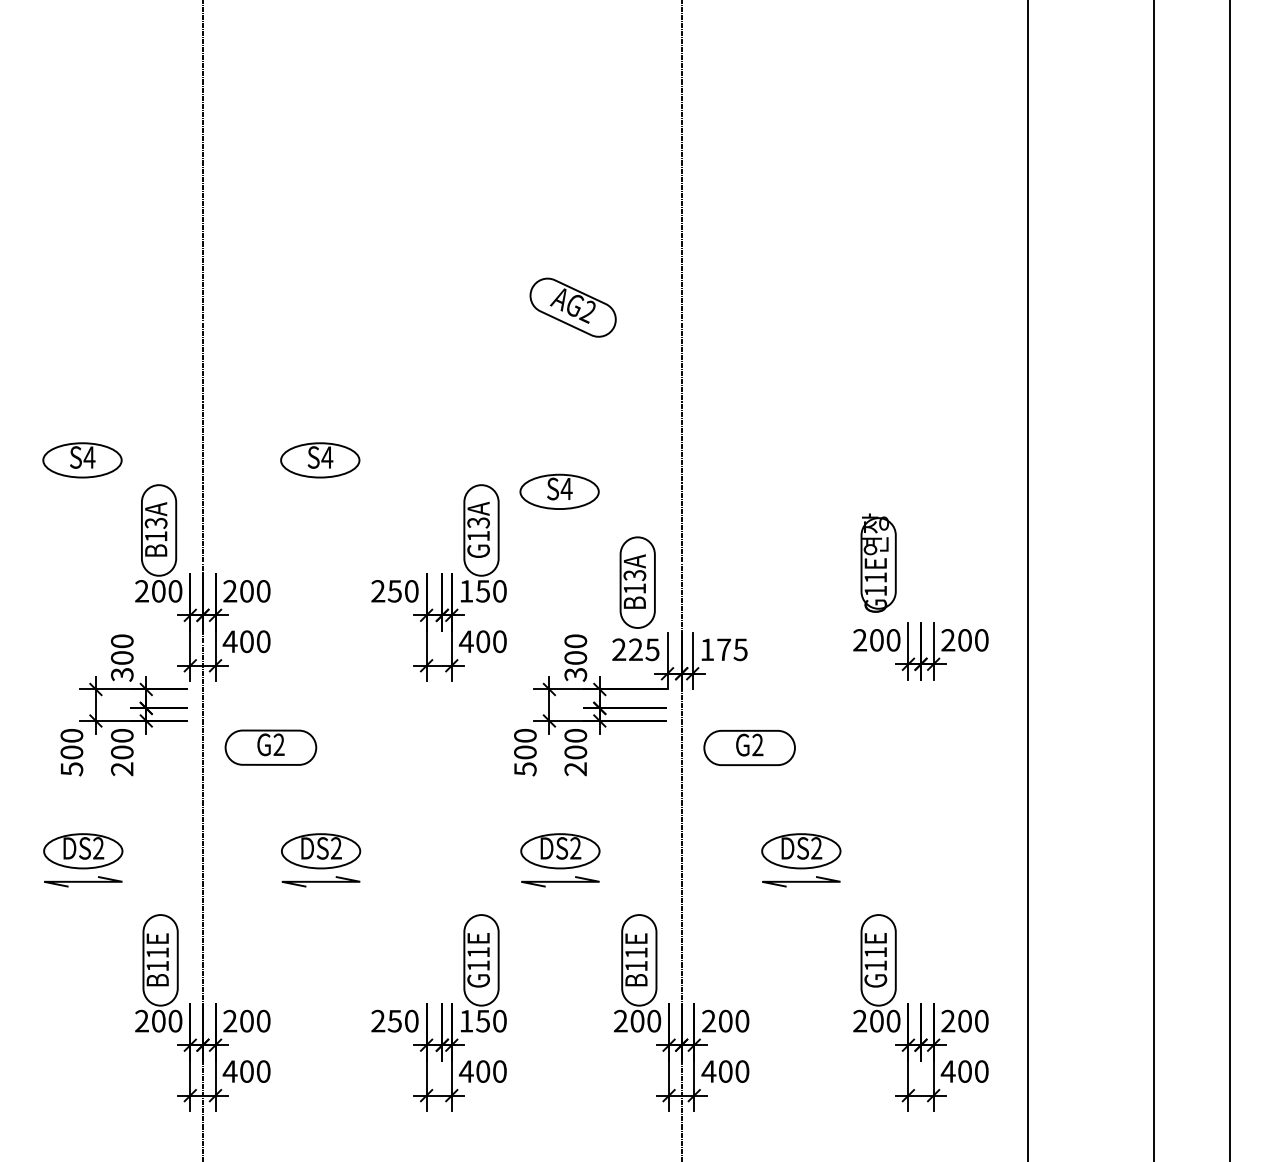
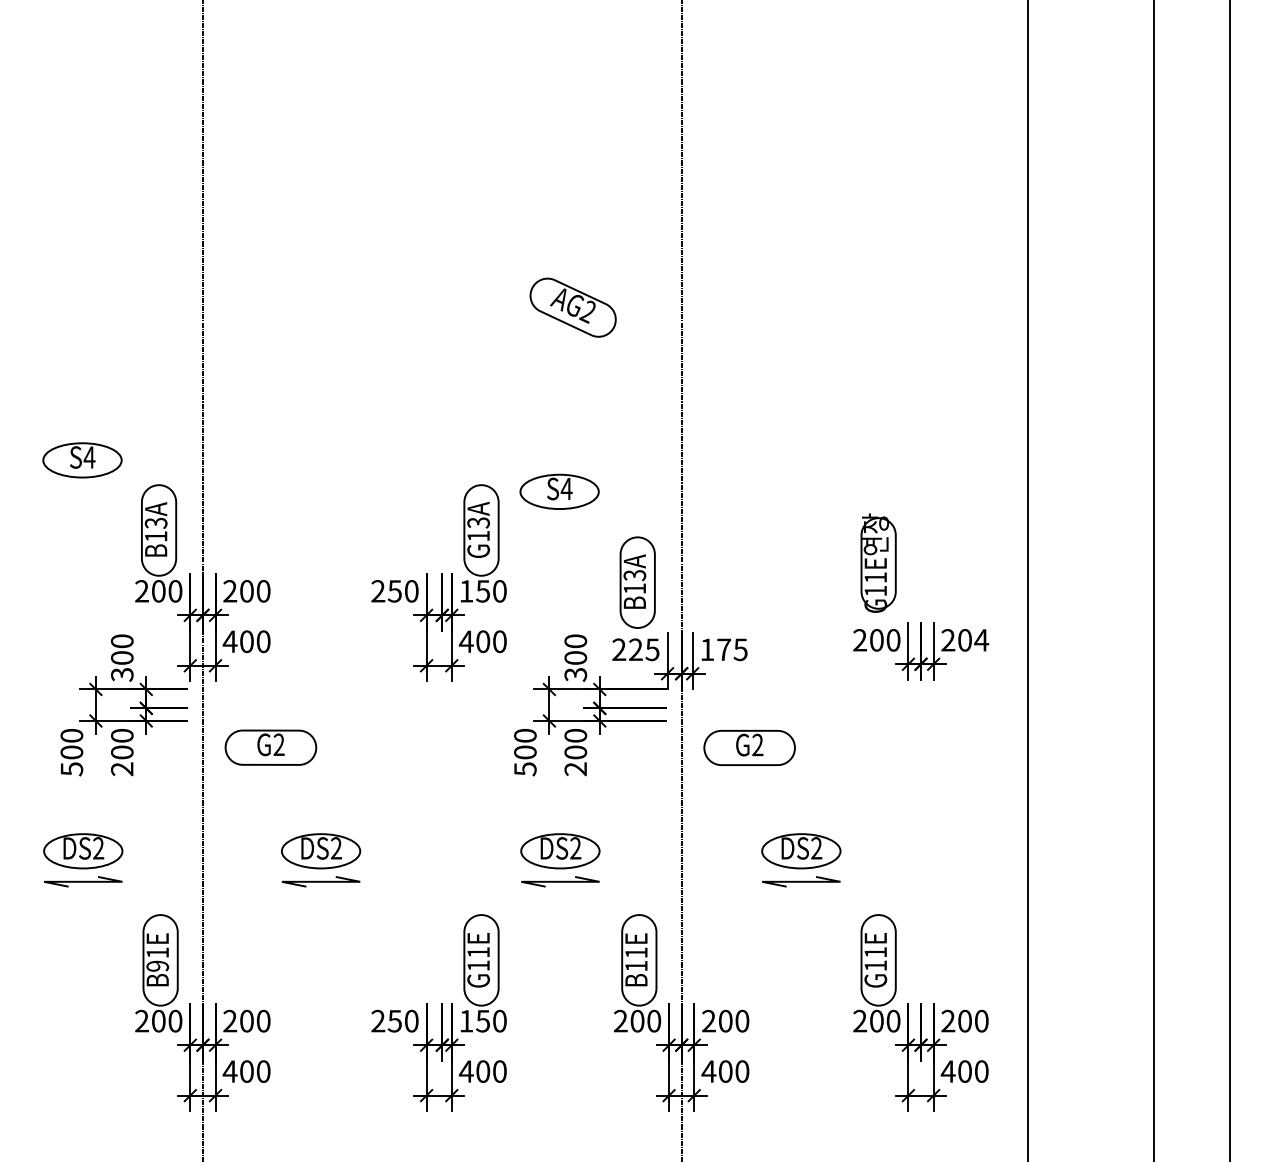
part at (320, 460): present -> none
text at (981, 640): 200 -> 204
text at (157, 965): B11E -> B91E
